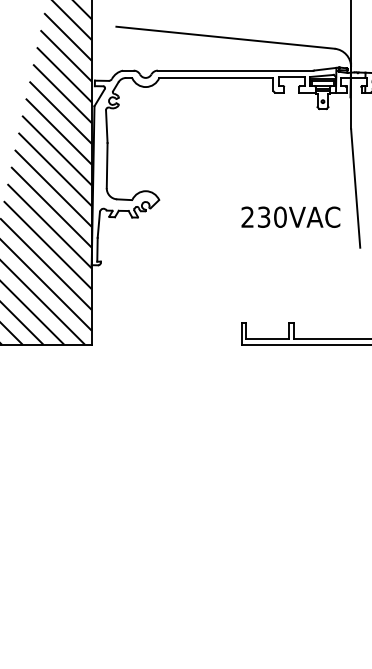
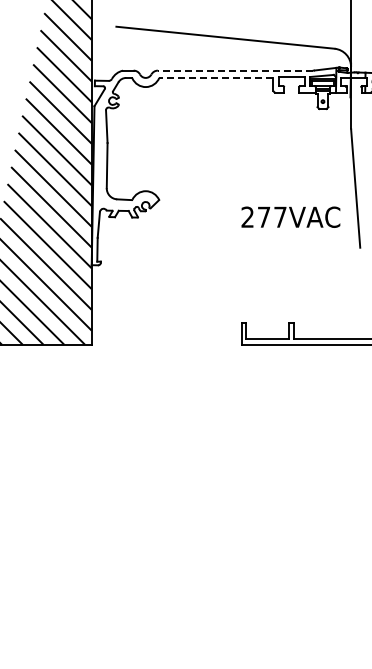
line at (234, 70): solid -> dashed
line at (215, 77): solid -> dashed
text at (272, 216): 230VAC -> 277VAC
